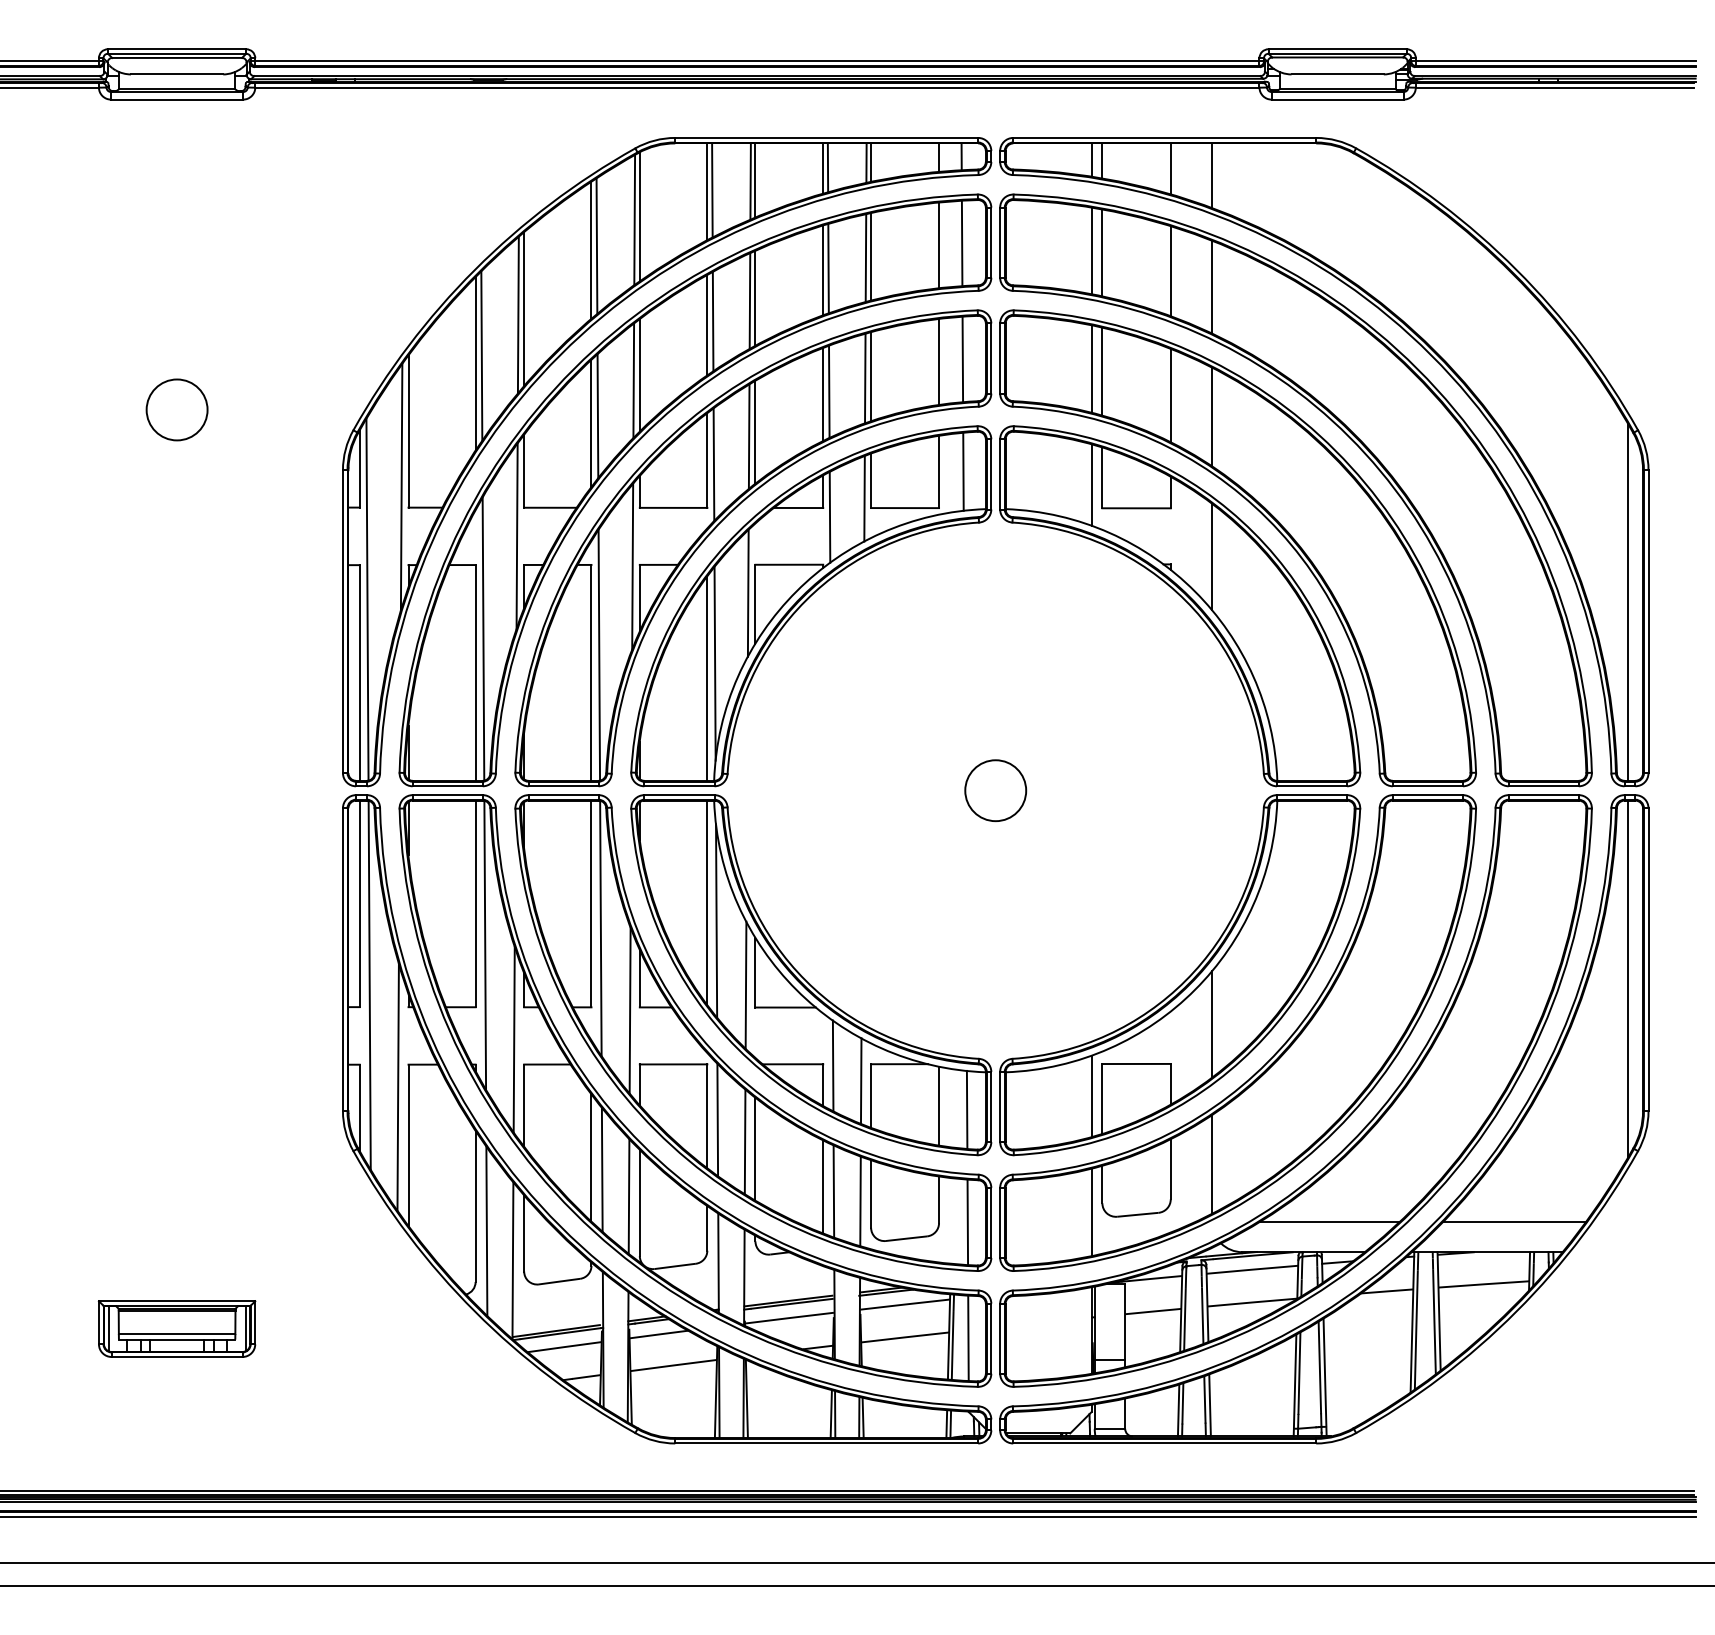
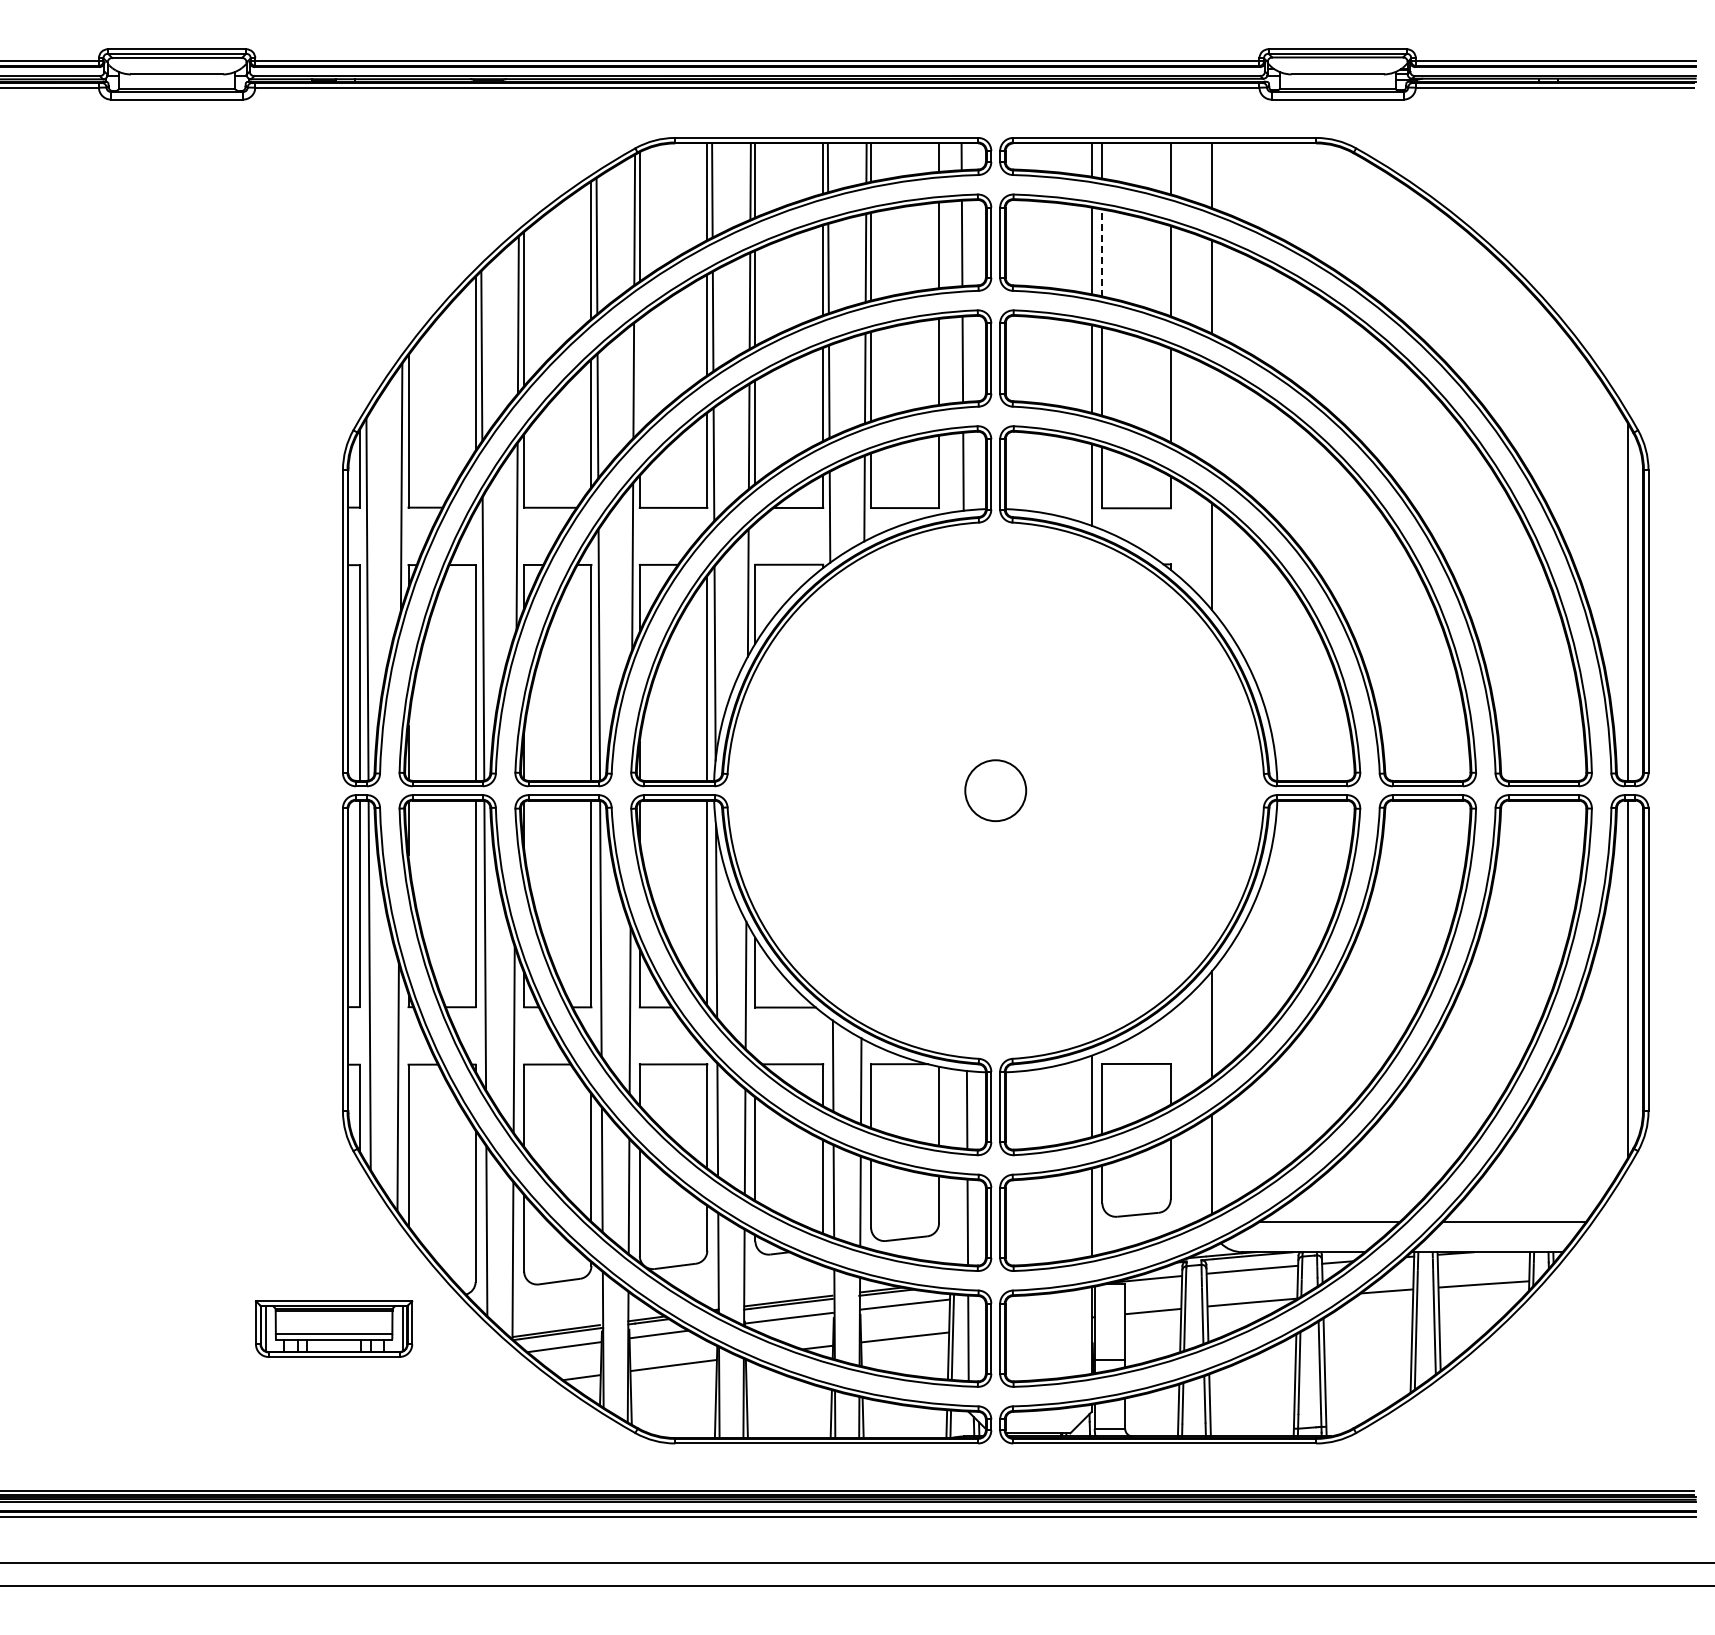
line at (1102, 253): solid -> dashed
line at (639, 375): present -> none
circle at (176, 409): present -> none
line at (1212, 416): present -> none
part at (176, 1328) position: (176, 1328) -> (333, 1328)
